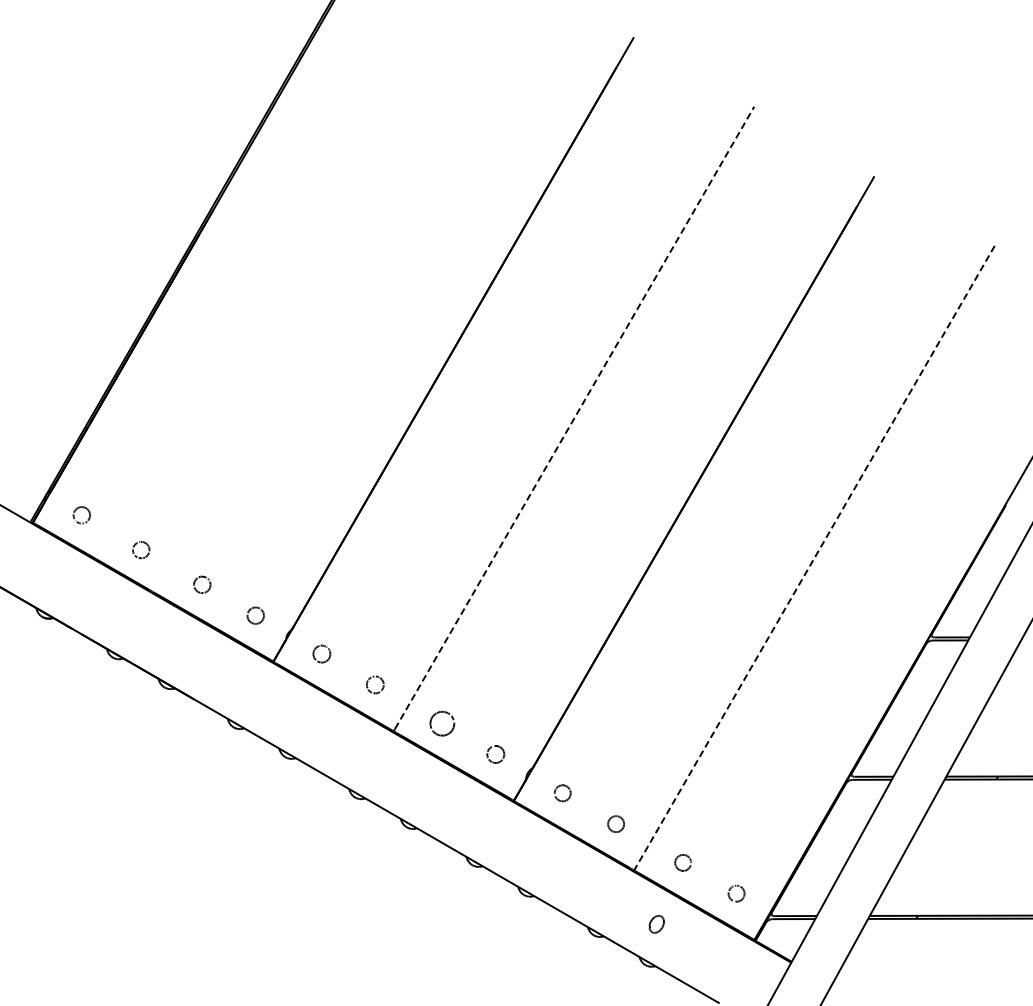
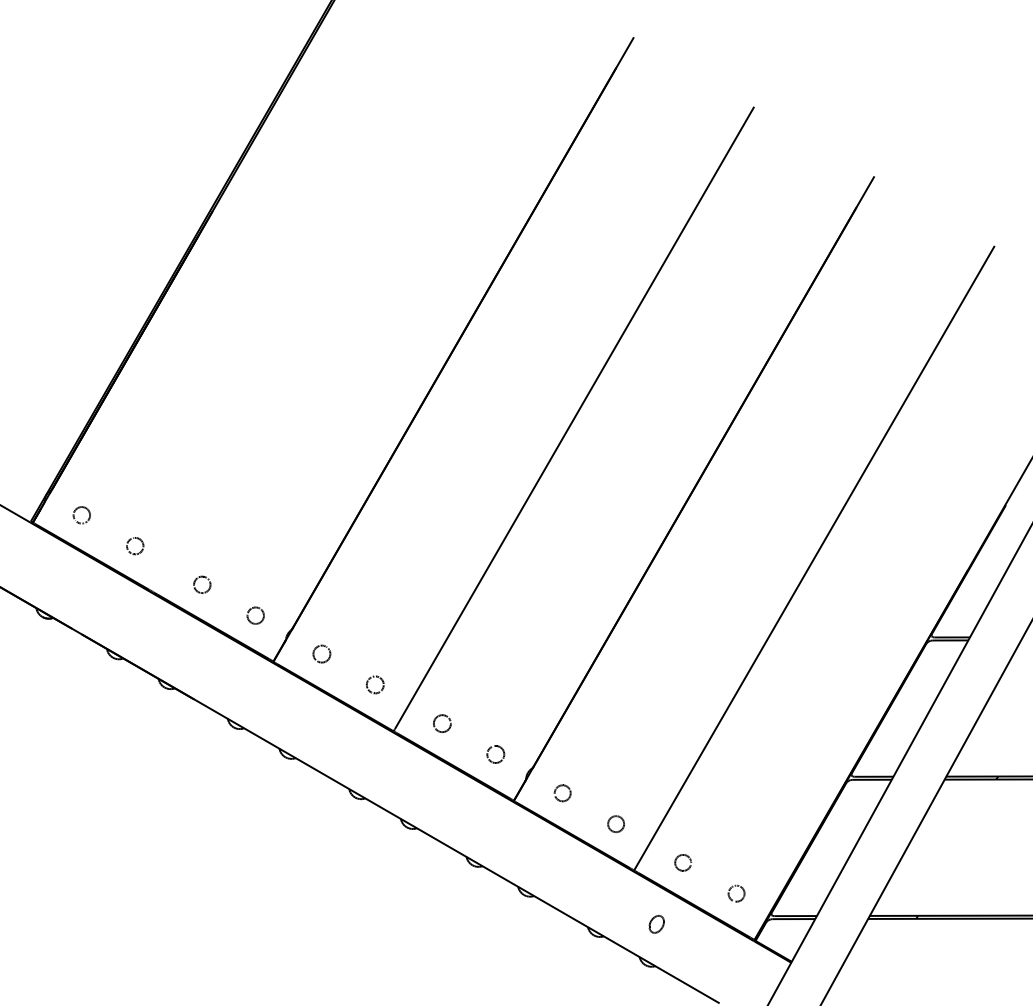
line at (574, 417): dashed -> solid
part at (147, 553) position: (147, 553) -> (141, 549)
line at (814, 558): dashed -> solid
part at (442, 723) size: 27x27 px -> 19x19 px
